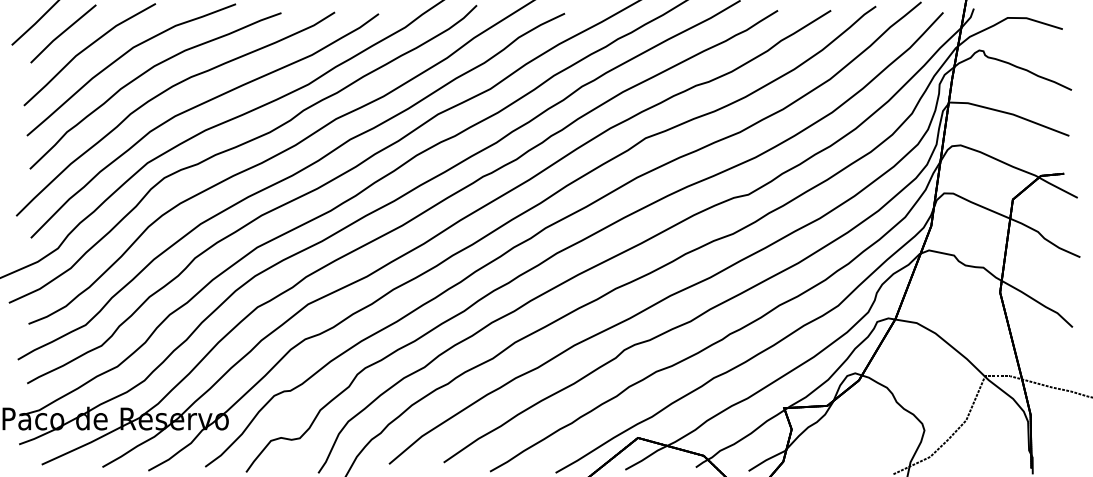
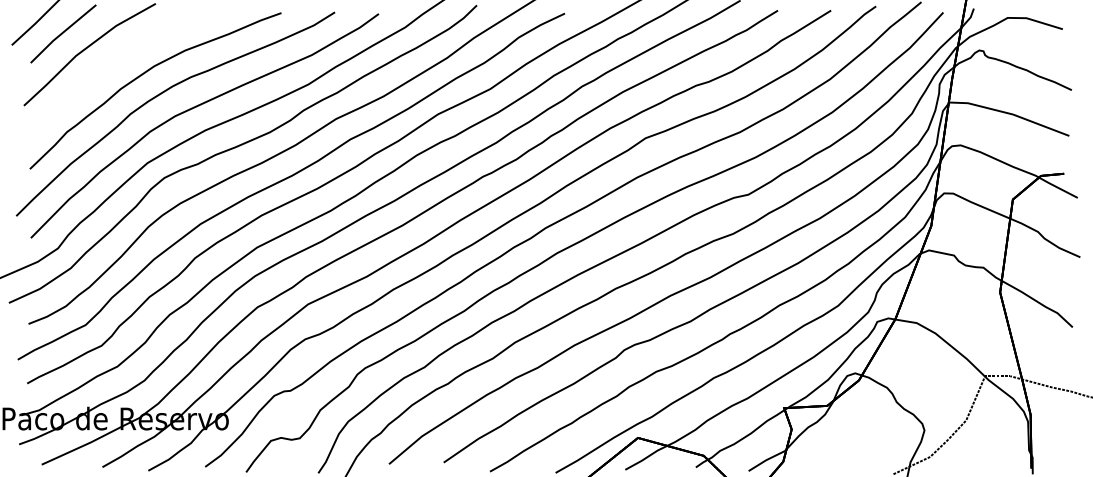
curve at (123, 56): present -> none
